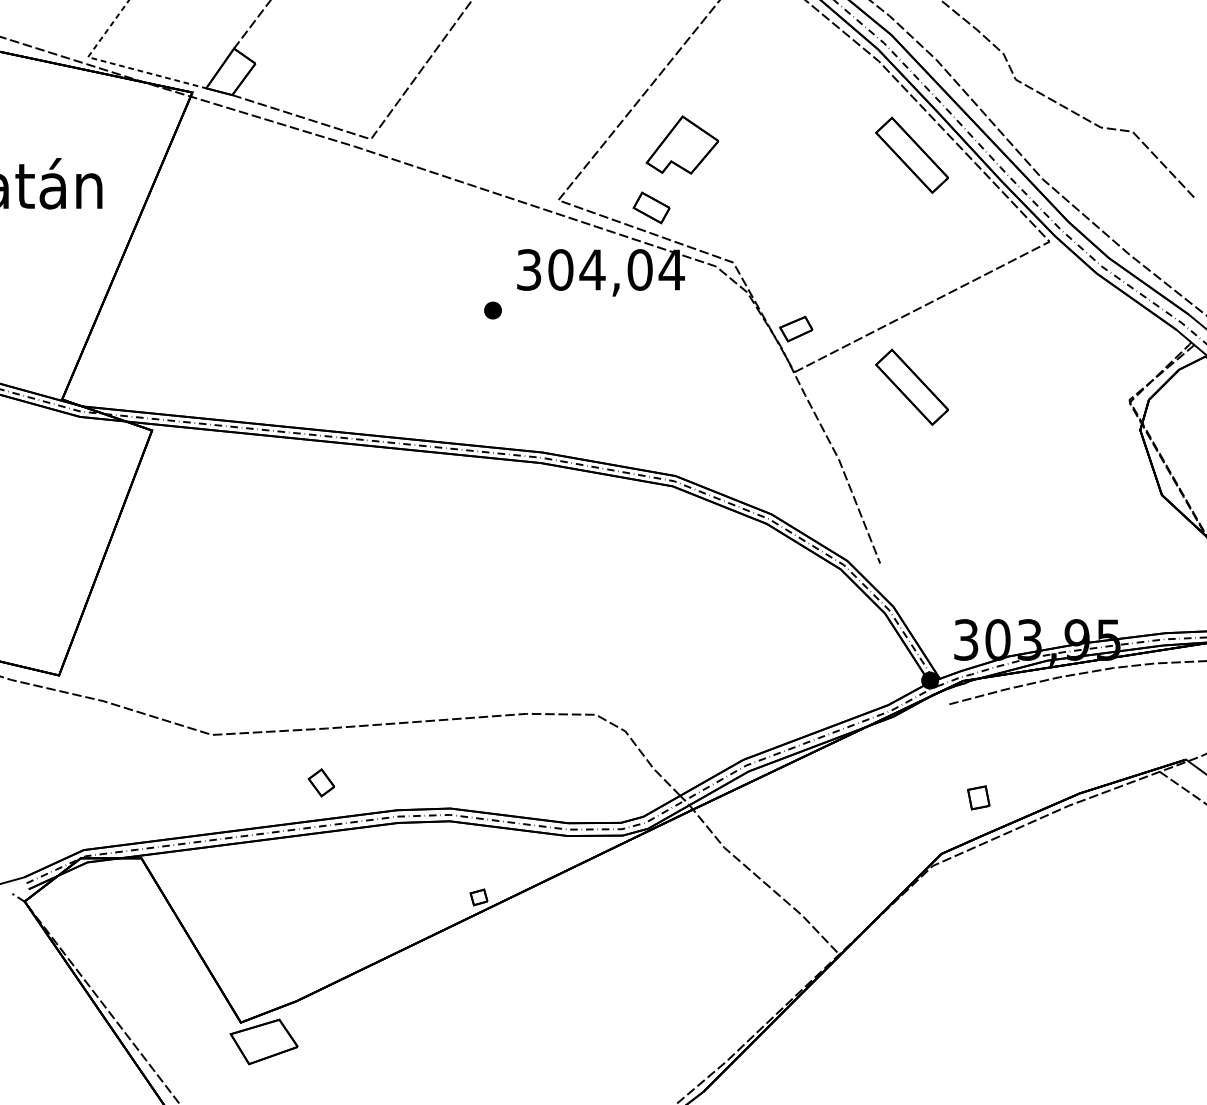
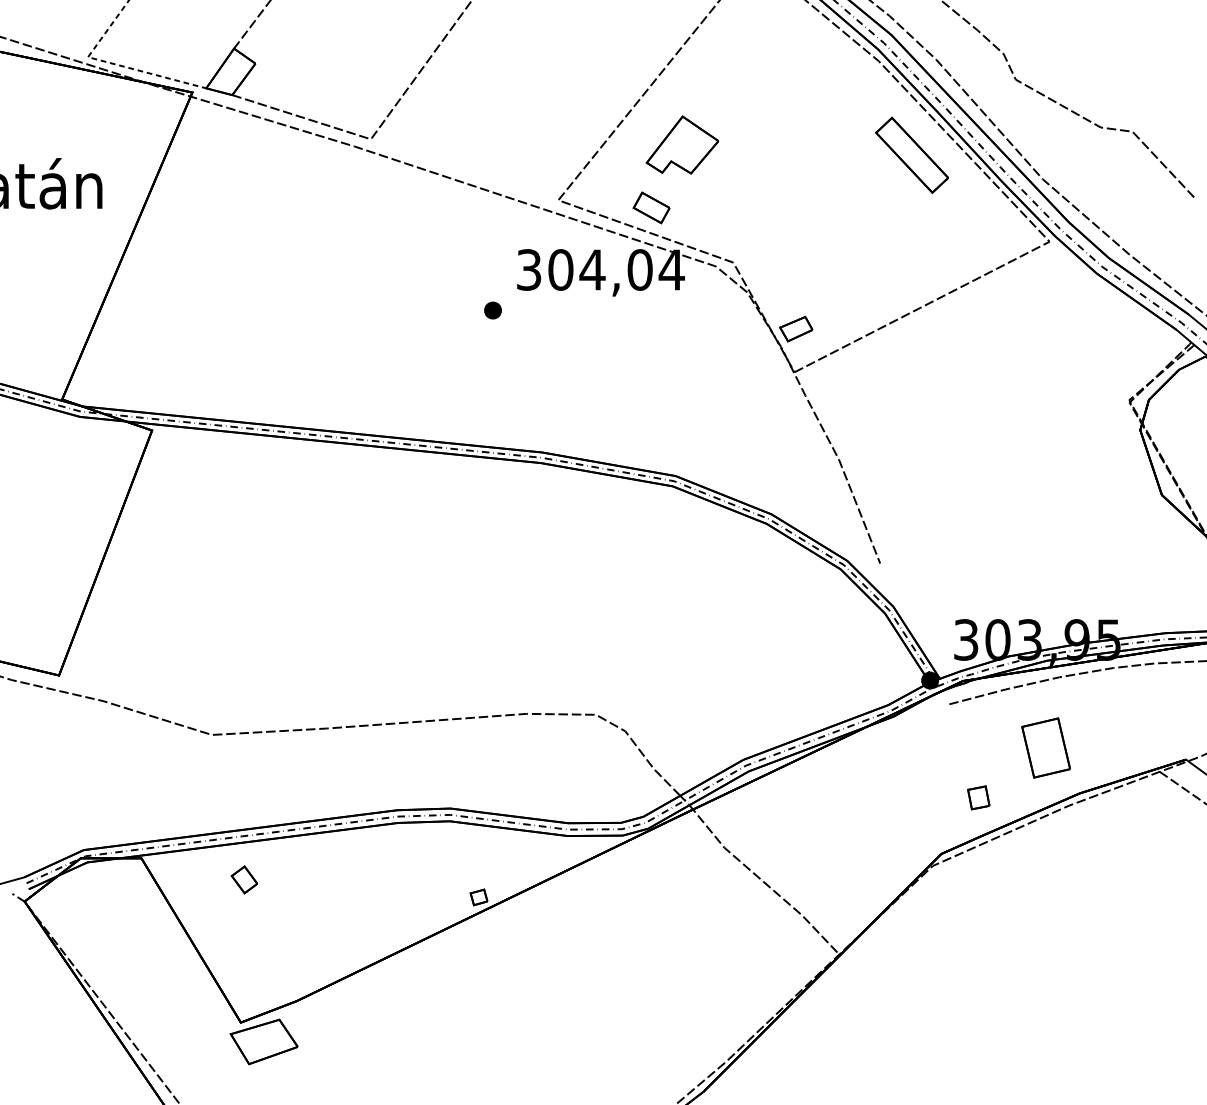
part at (911, 386): present -> none
part at (1045, 747): none -> present
part at (320, 782) position: (320, 782) -> (243, 879)
